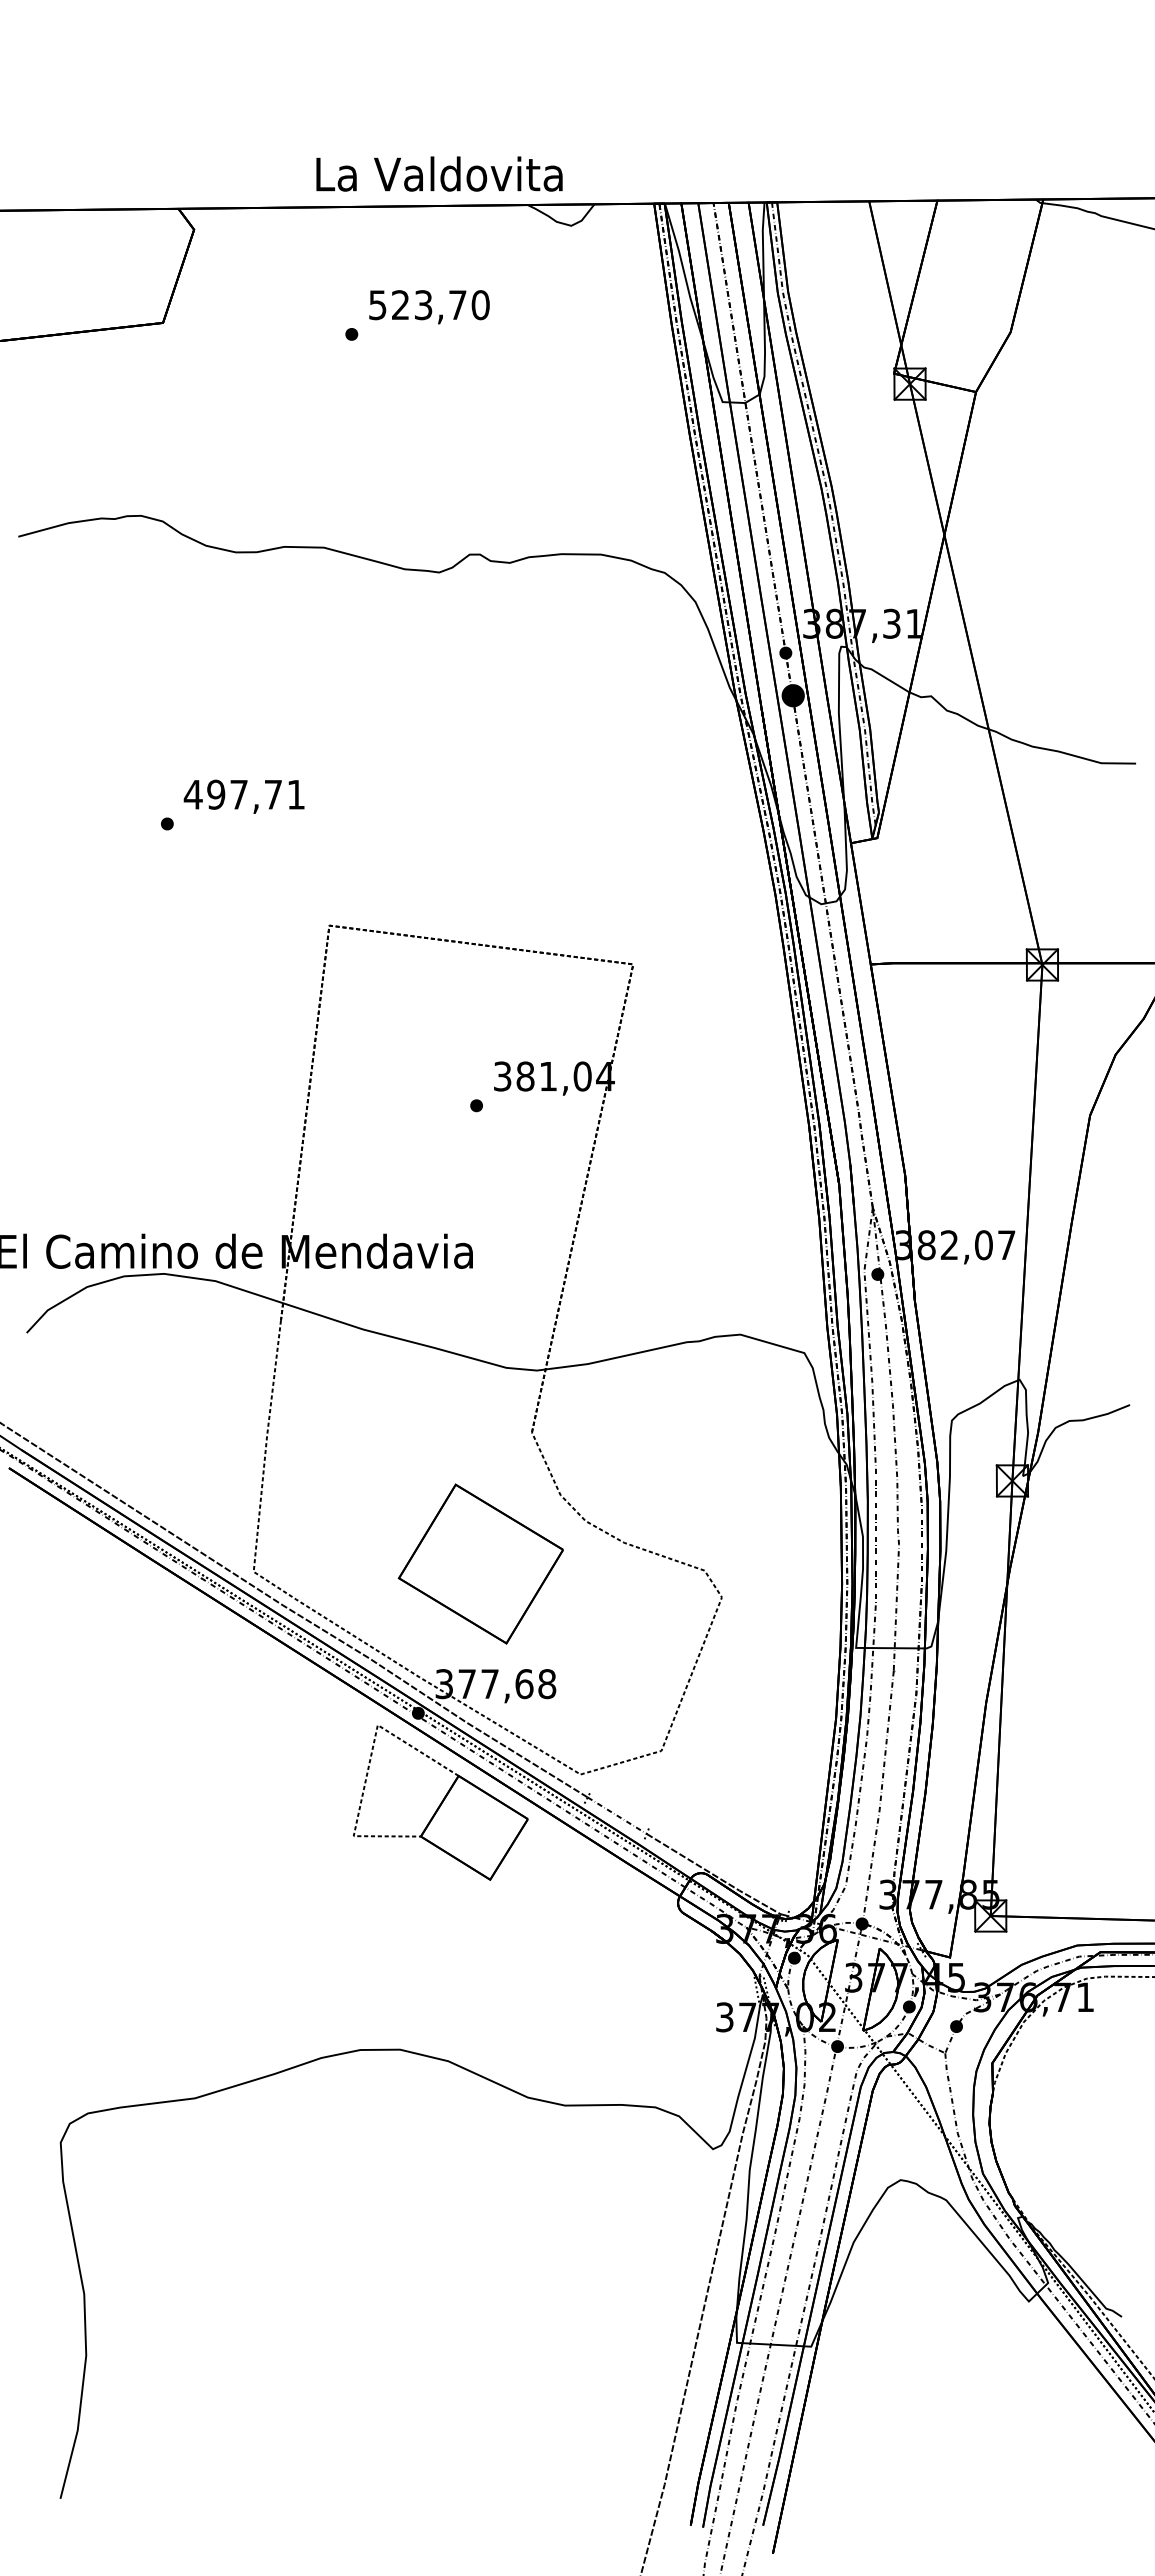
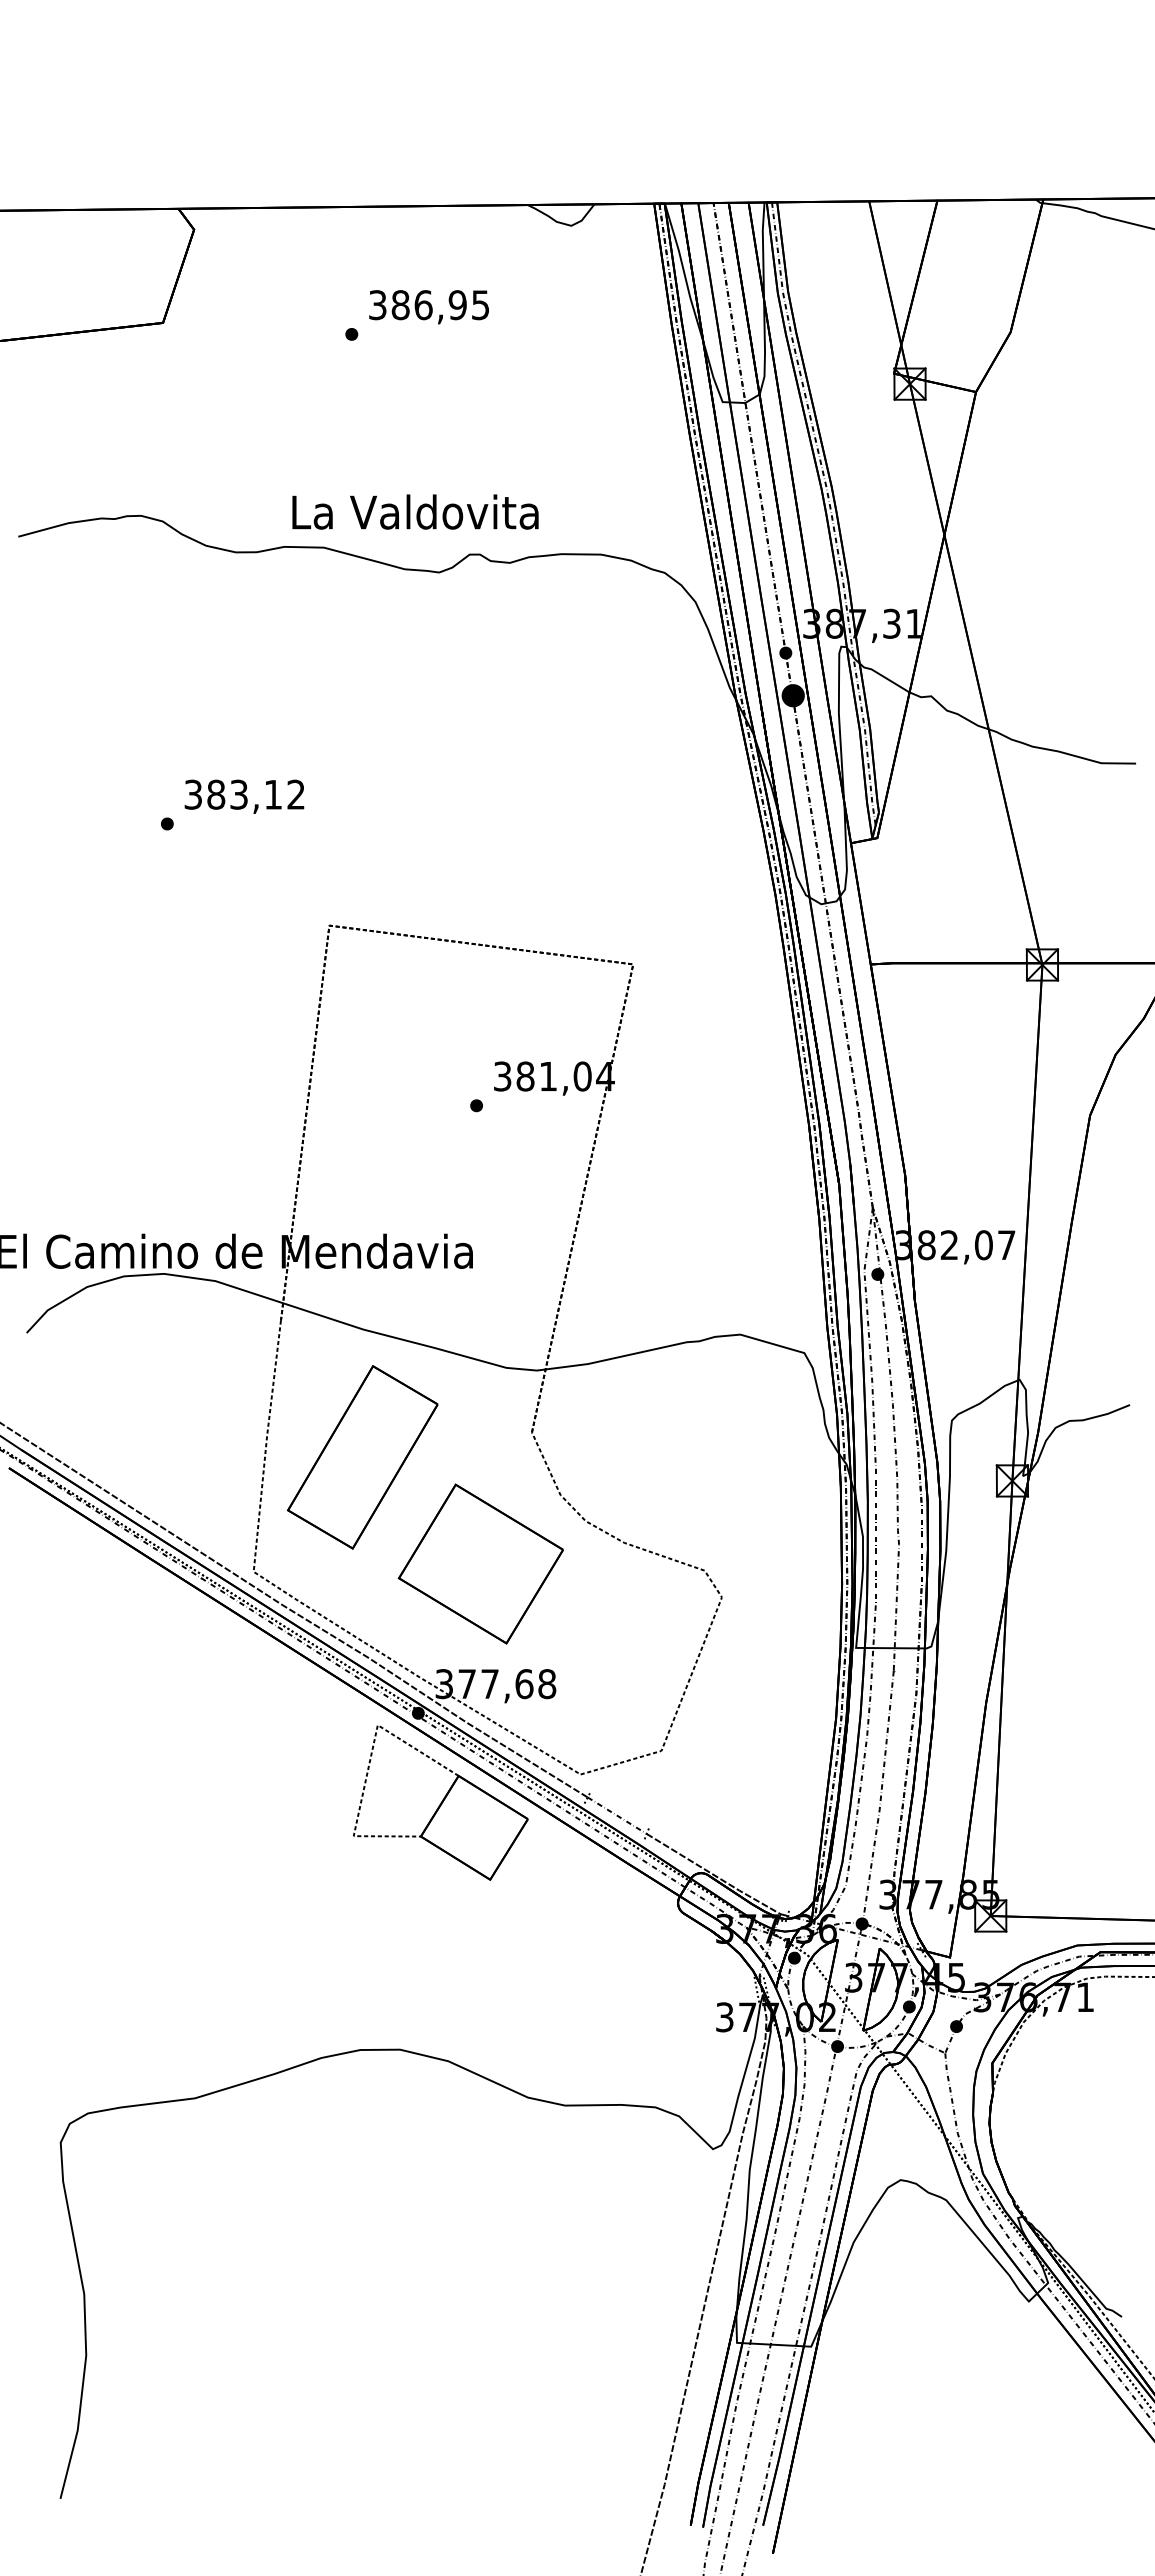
text at (439, 173) position: (439, 173) -> (415, 511)
text at (429, 305): 523,70 -> 386,95
text at (243, 794): 497,71 -> 383,12
part at (362, 1457): none -> present
